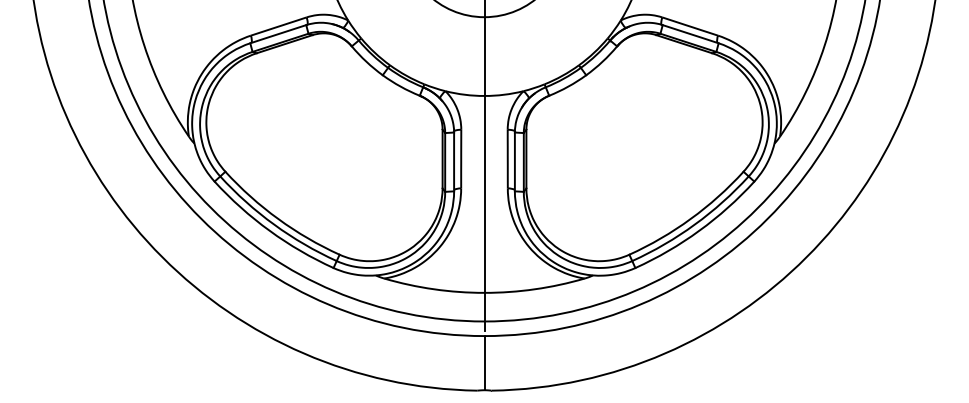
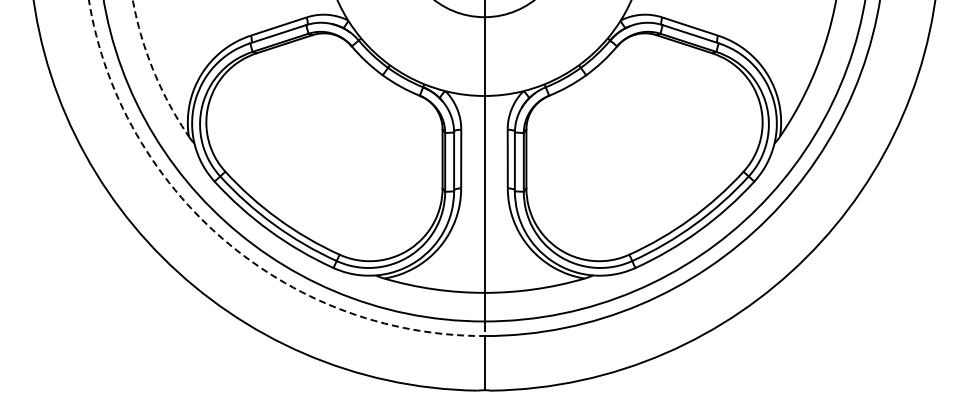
arc at (153, 71): solid -> dashed
arc at (225, 241): solid -> dashed
